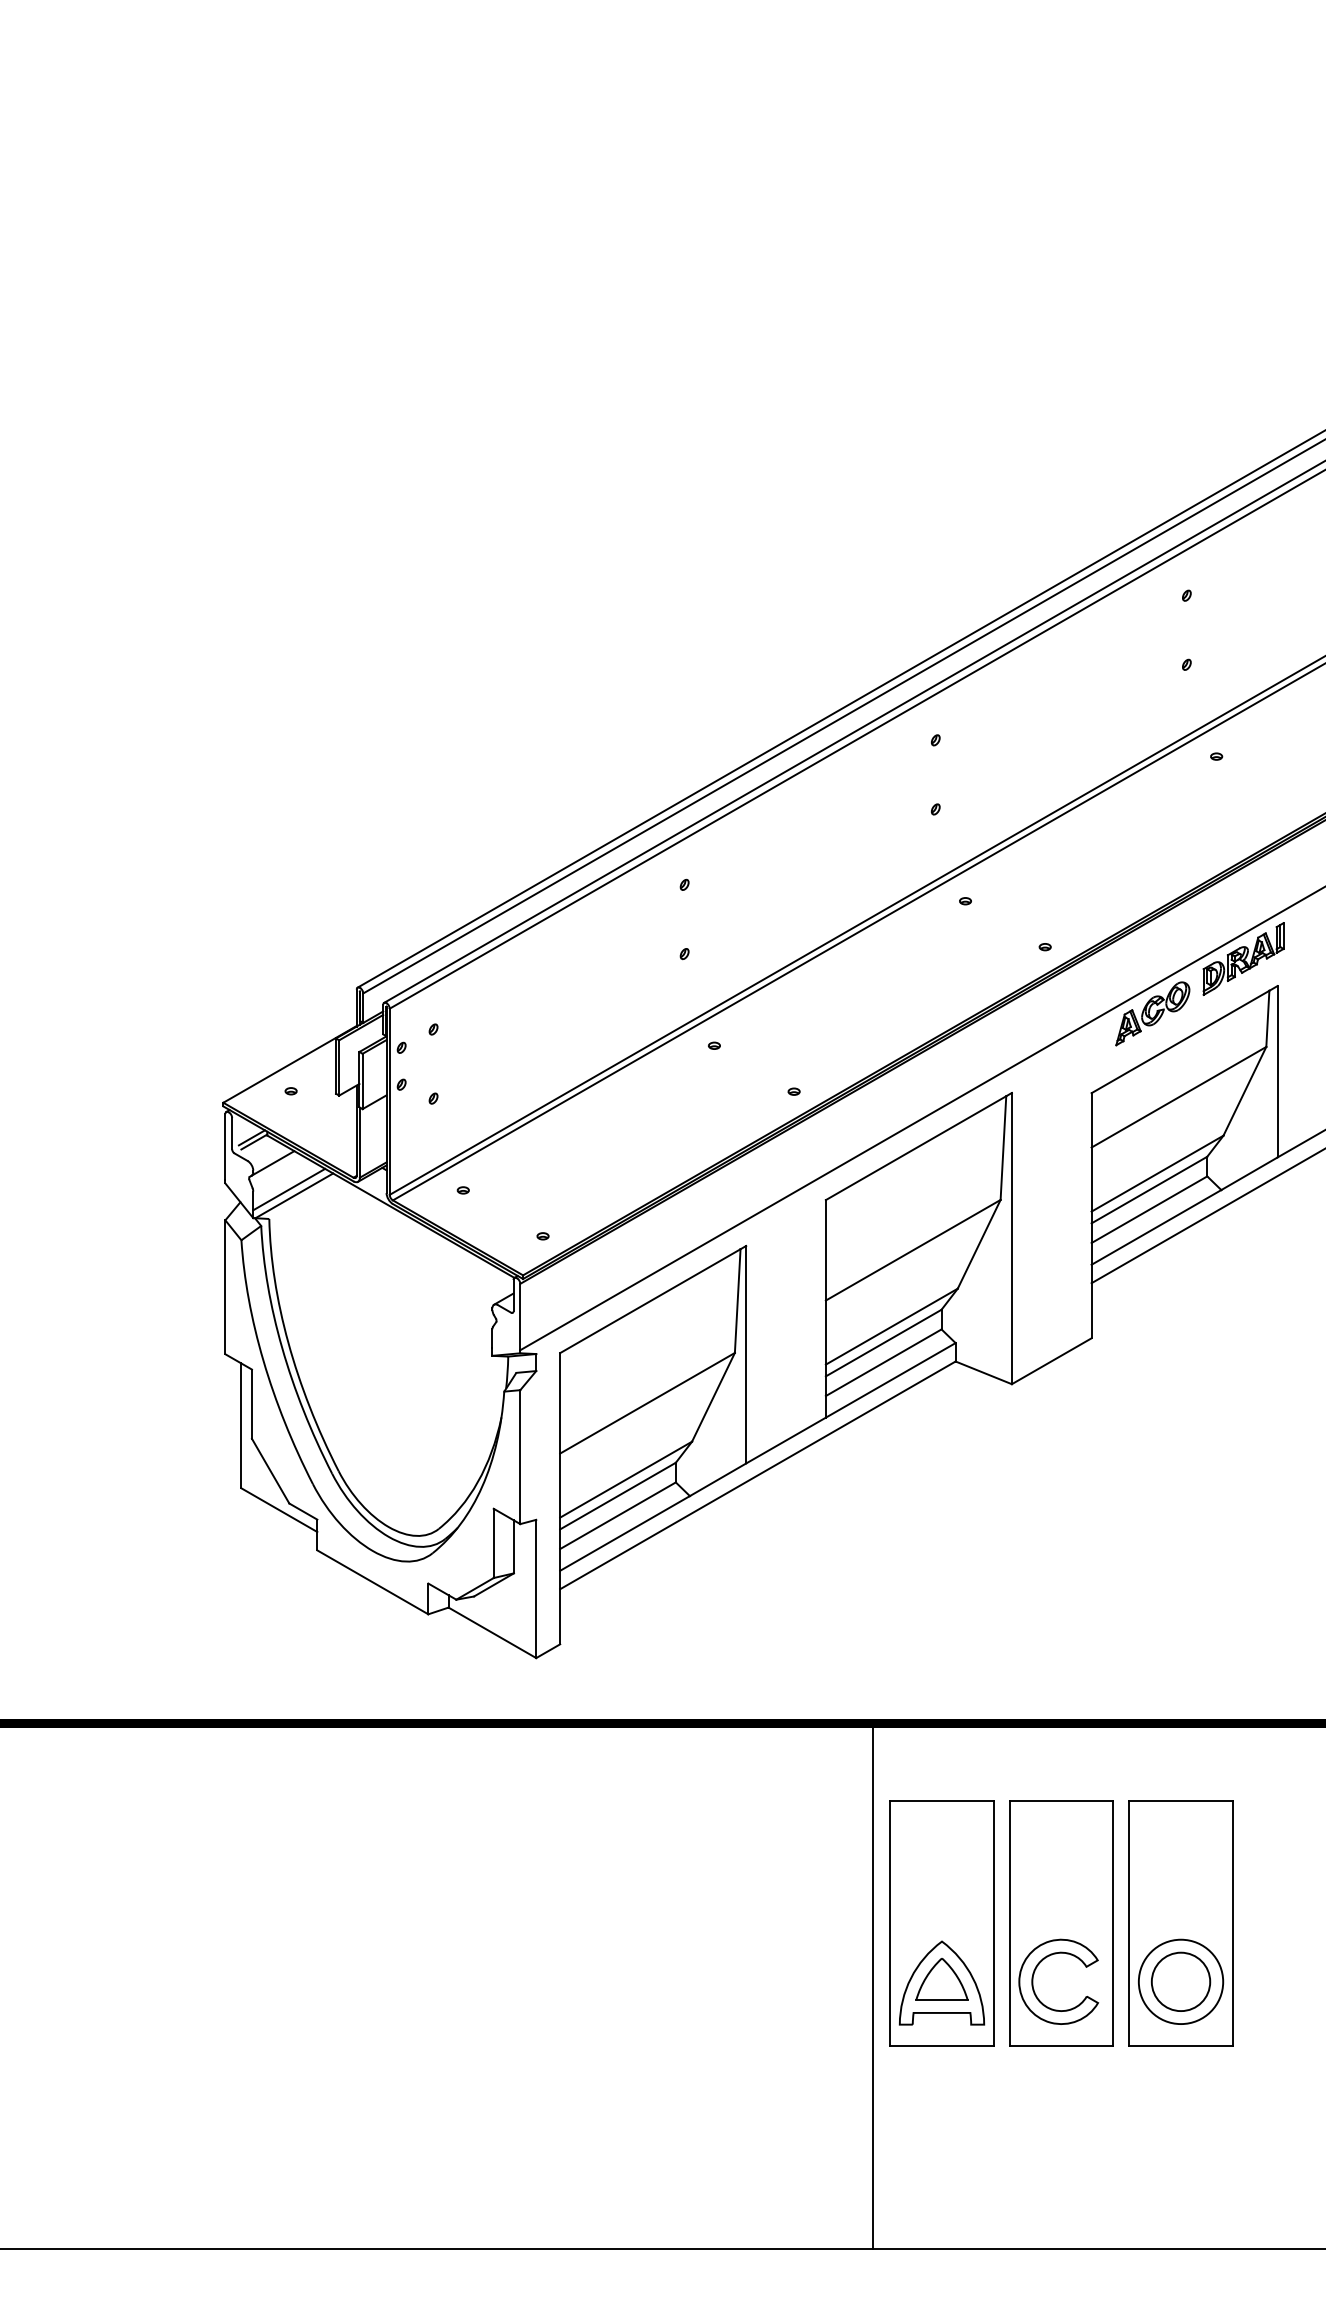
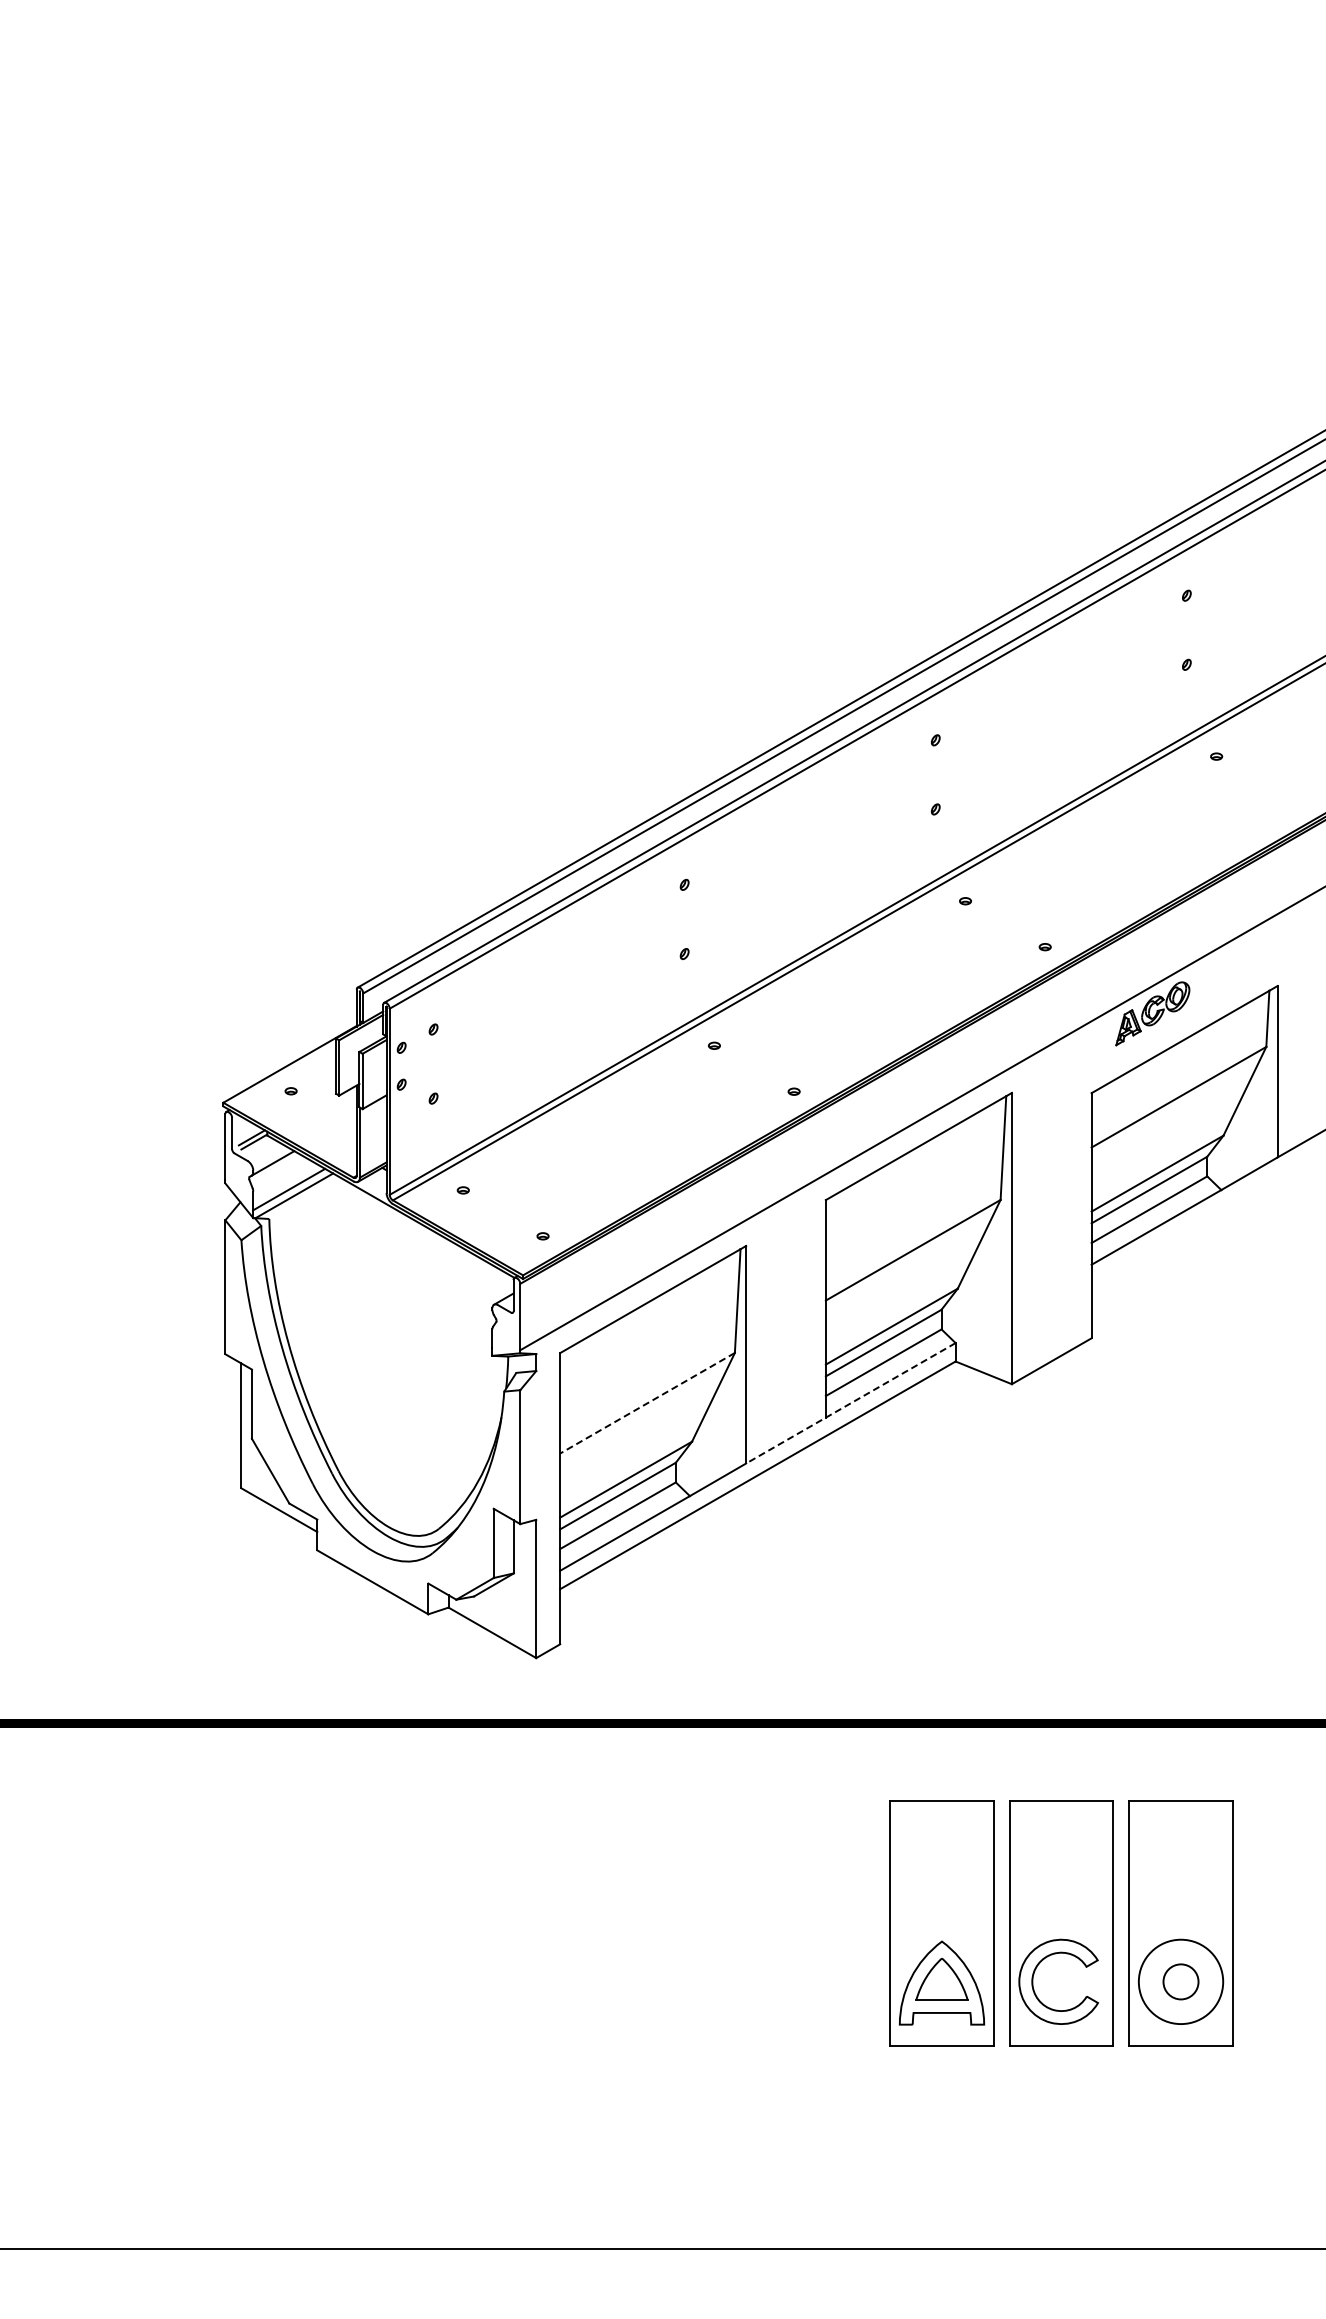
part at (1243, 958): present -> none
line at (1206, 1216): present -> none
line at (647, 1403): solid -> dashed
line at (850, 1403): solid -> dashed
circle at (1180, 1981) diameter: 58 px -> 35 px
line at (872, 1986): present -> none
